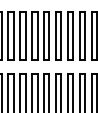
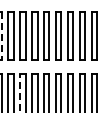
line at (1, 36): solid -> dashed
line at (20, 92): solid -> dashed
